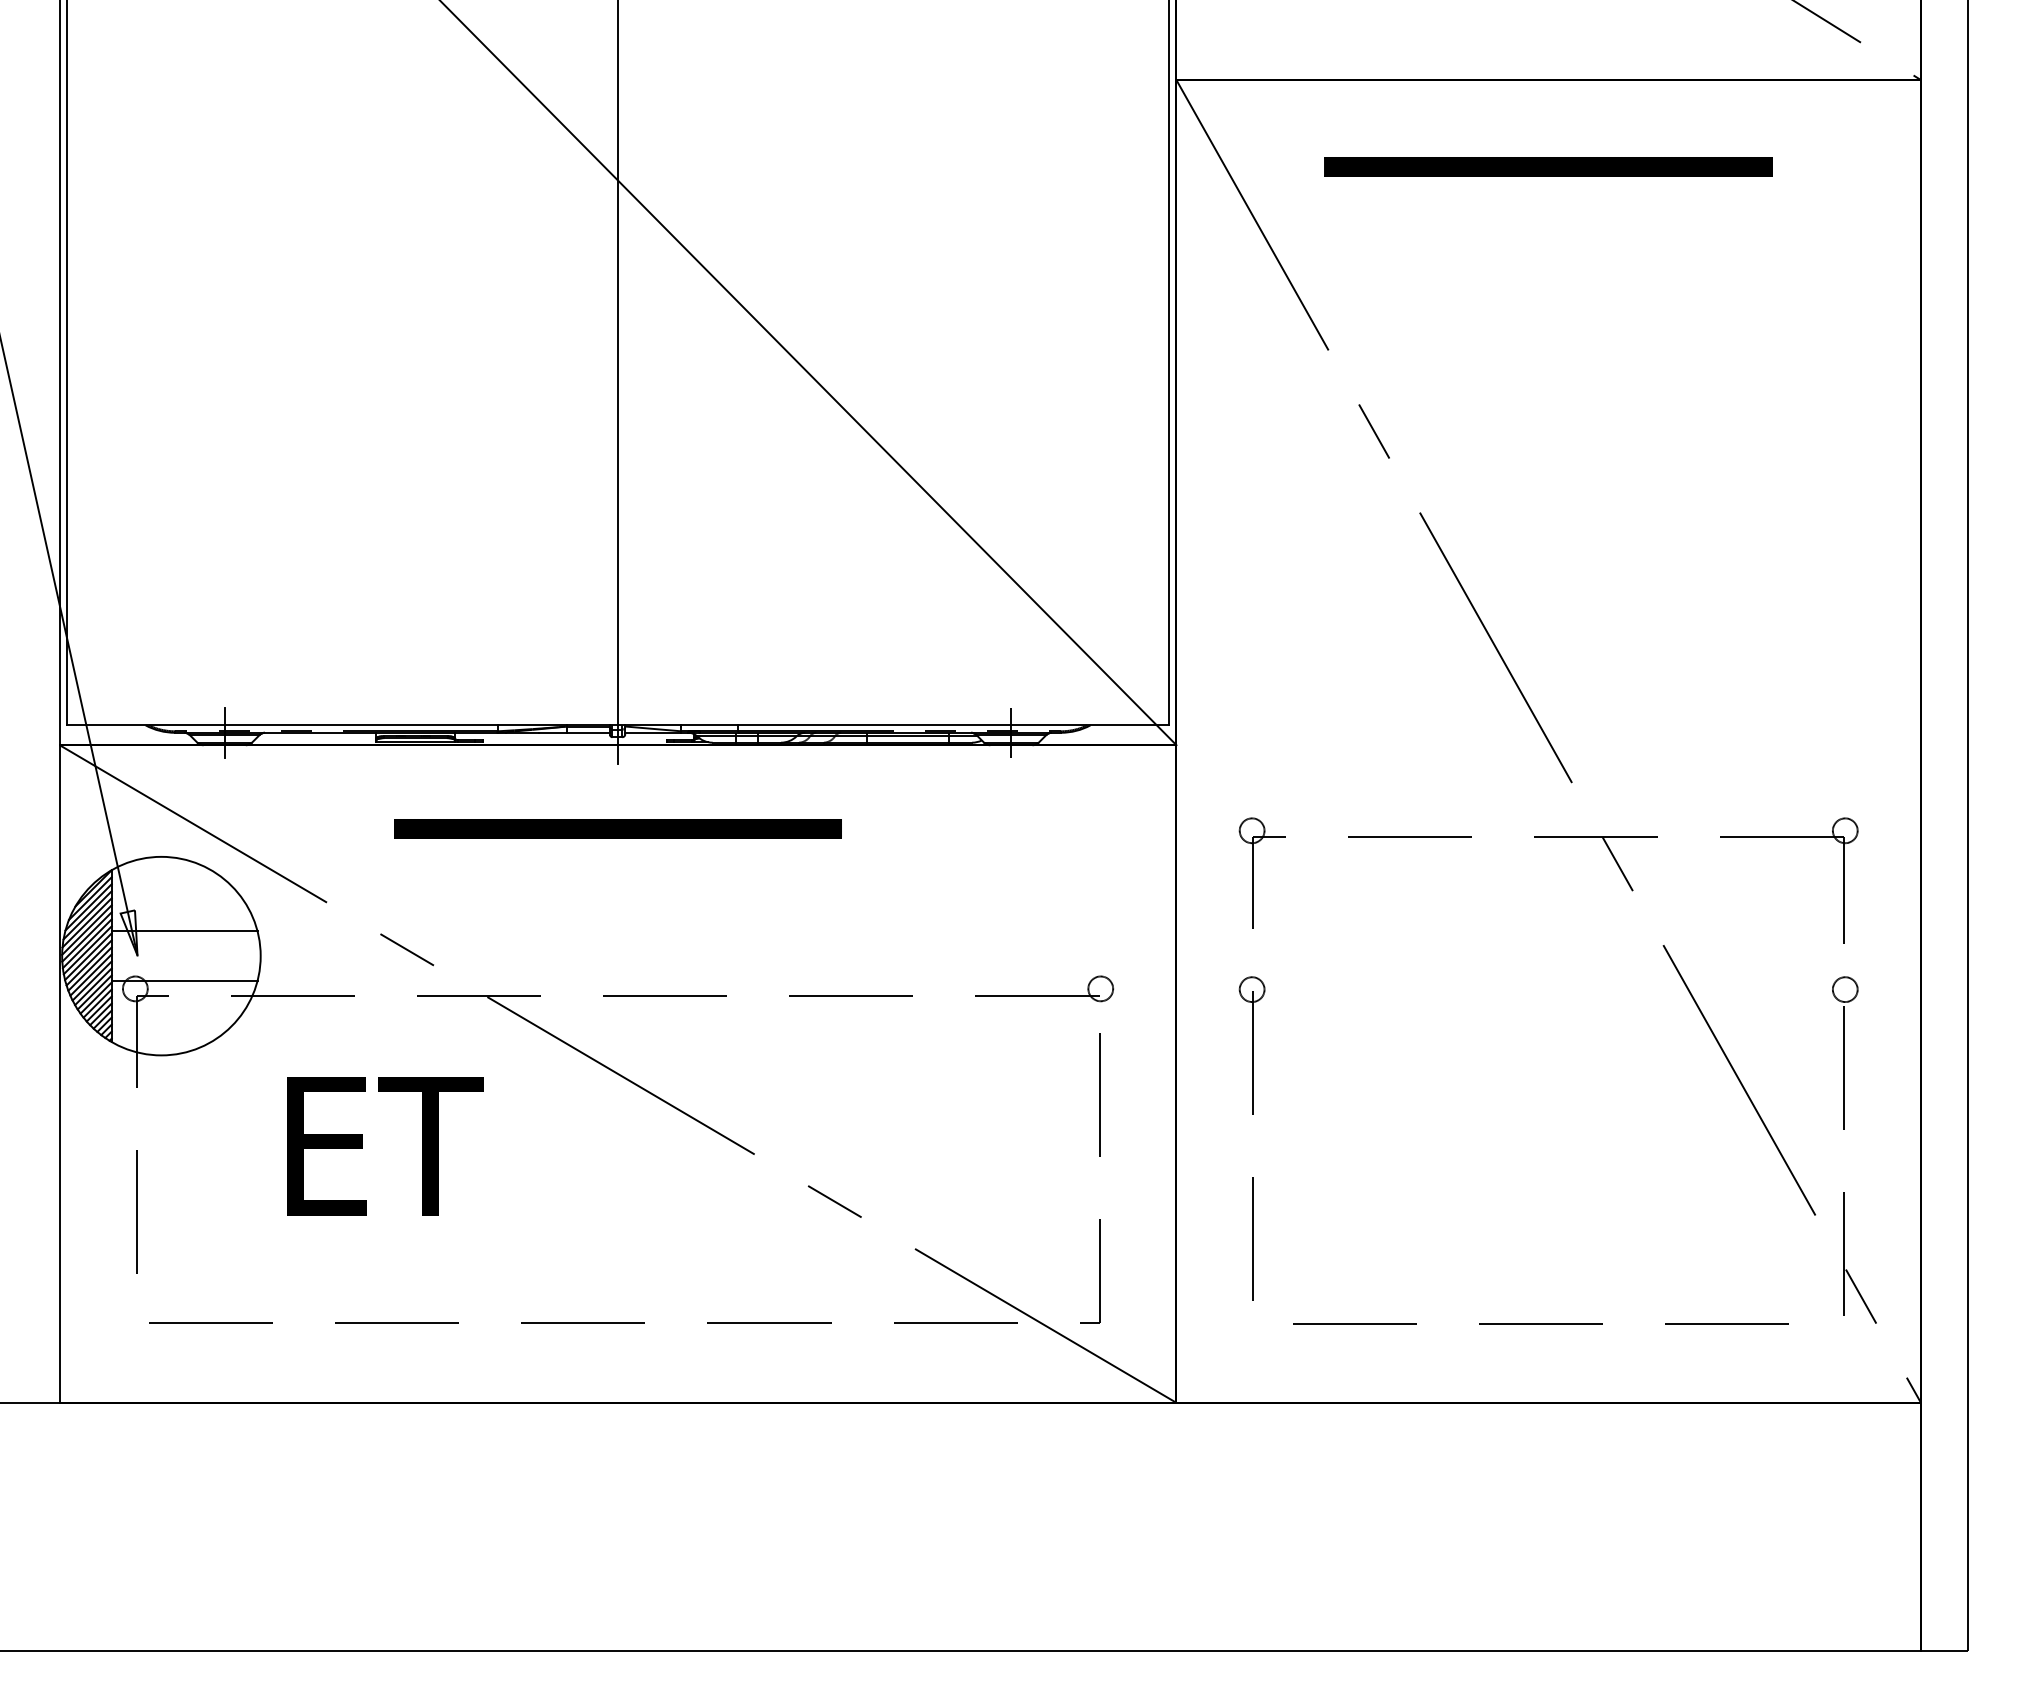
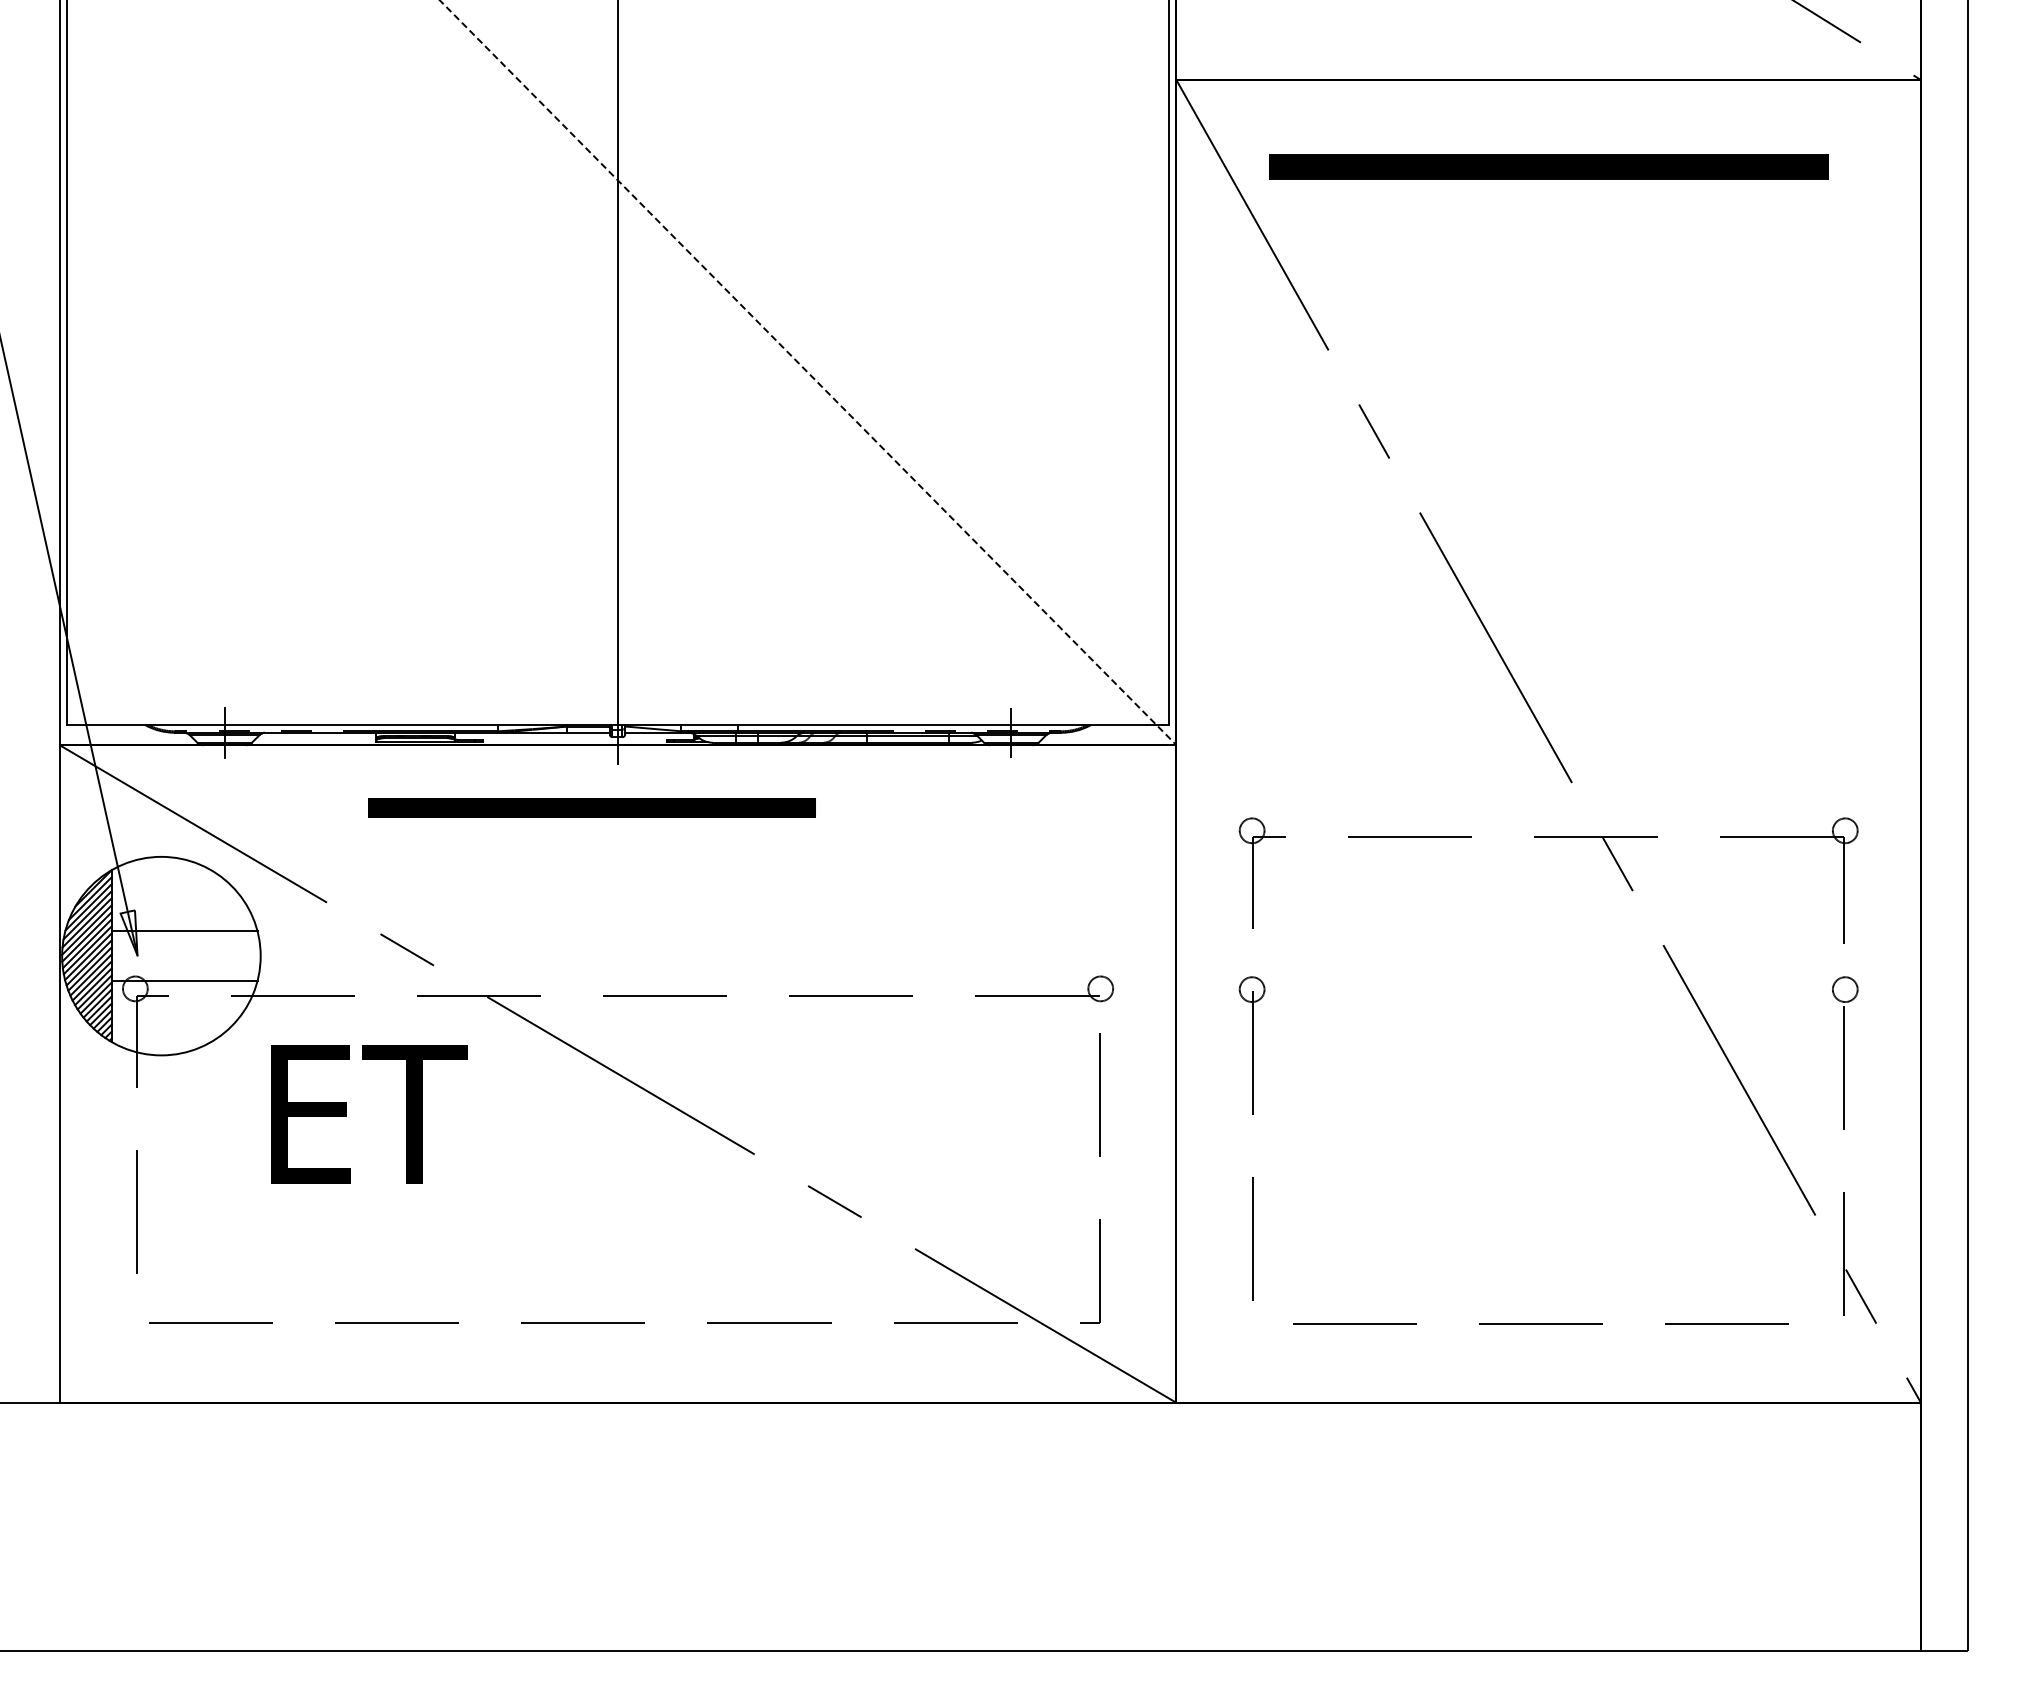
part at (1548, 166) size: 449x20 px -> 560x26 px
line at (808, 372): solid -> dashed
part at (617, 828) position: (617, 828) -> (591, 807)
text at (385, 1146) position: (385, 1146) -> (369, 1114)
